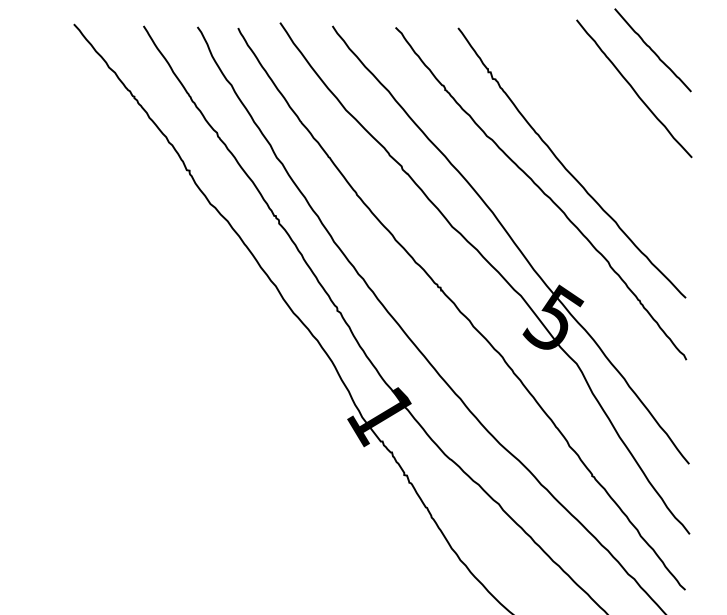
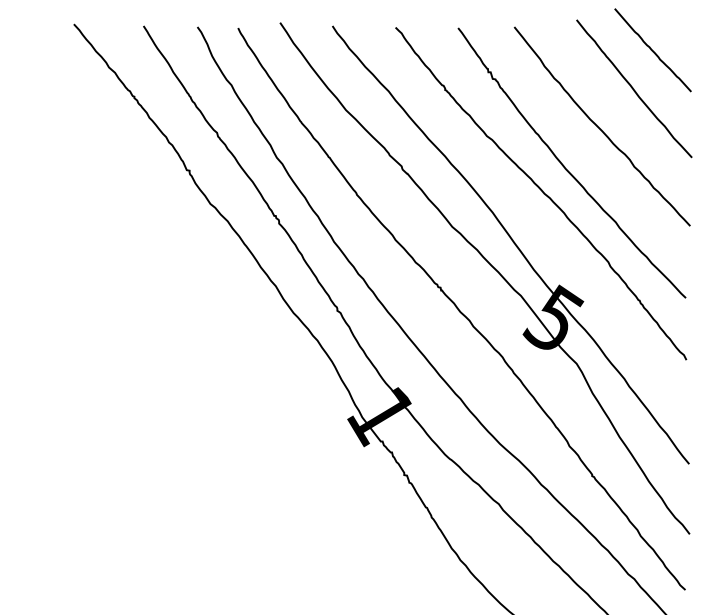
curve at (599, 127): none -> present
